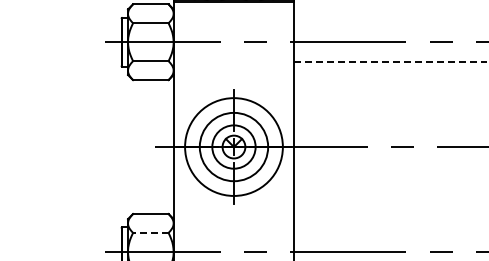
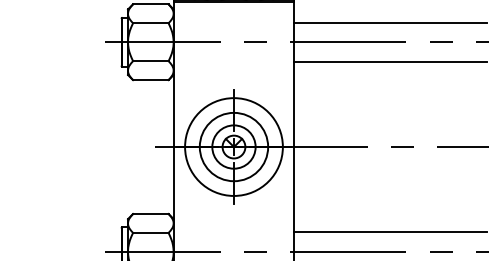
line at (389, 22): none -> present
line at (390, 61): dashed -> solid
line at (150, 232): dashed -> solid
line at (389, 232): none -> present
